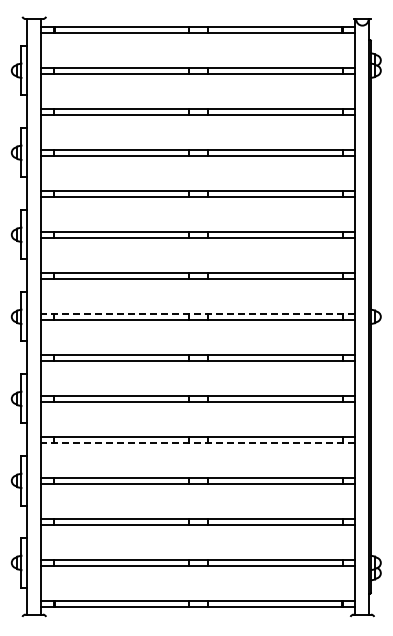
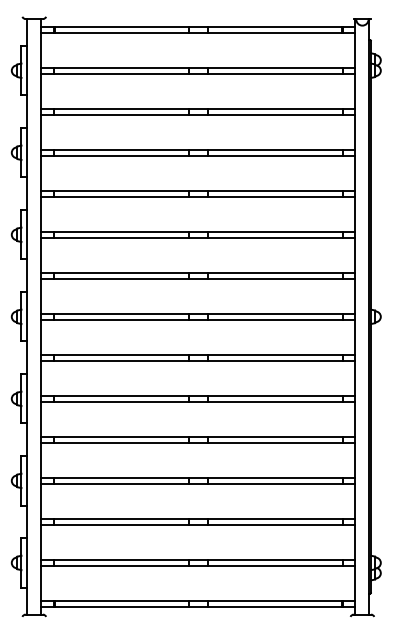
line at (197, 313): dashed -> solid
line at (197, 442): dashed -> solid
